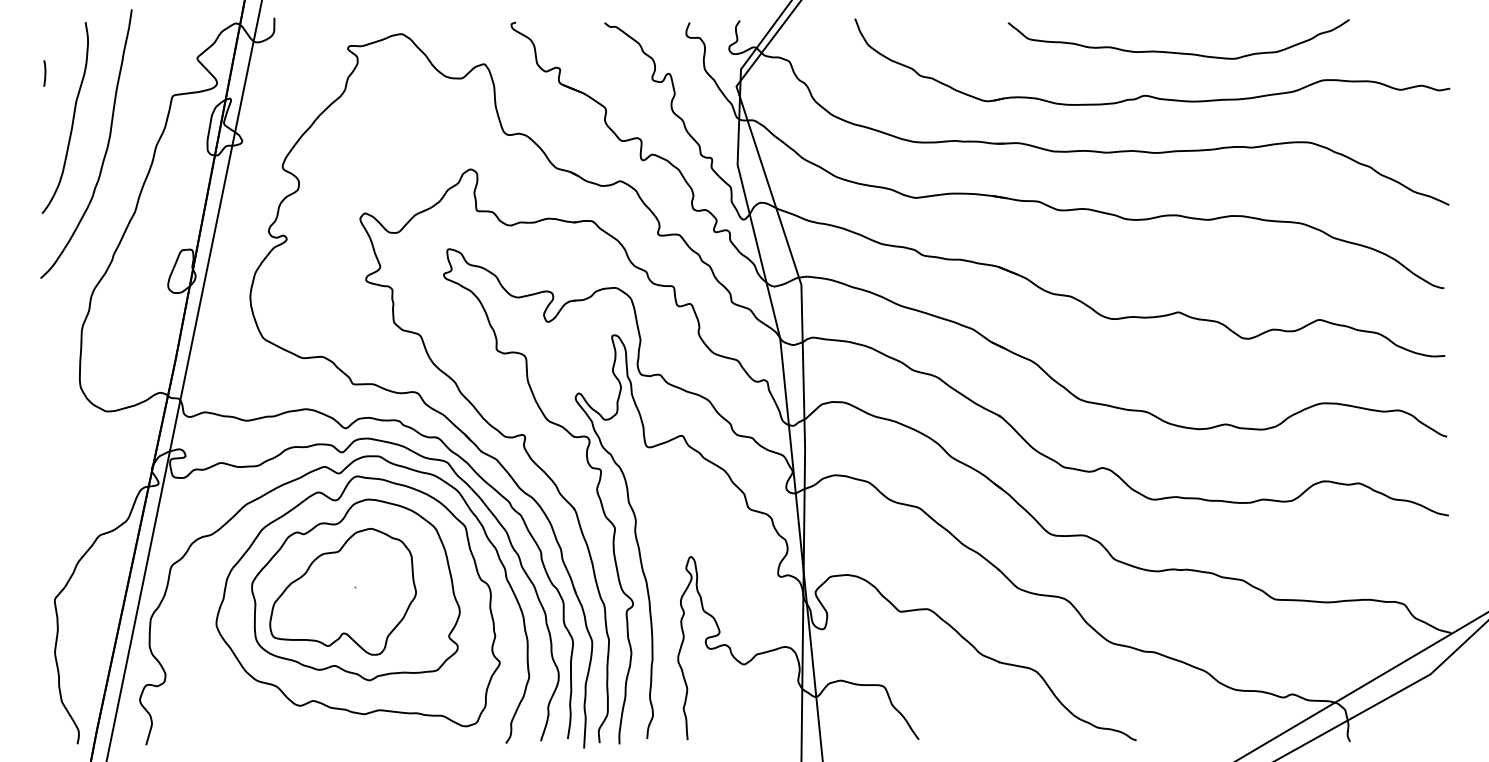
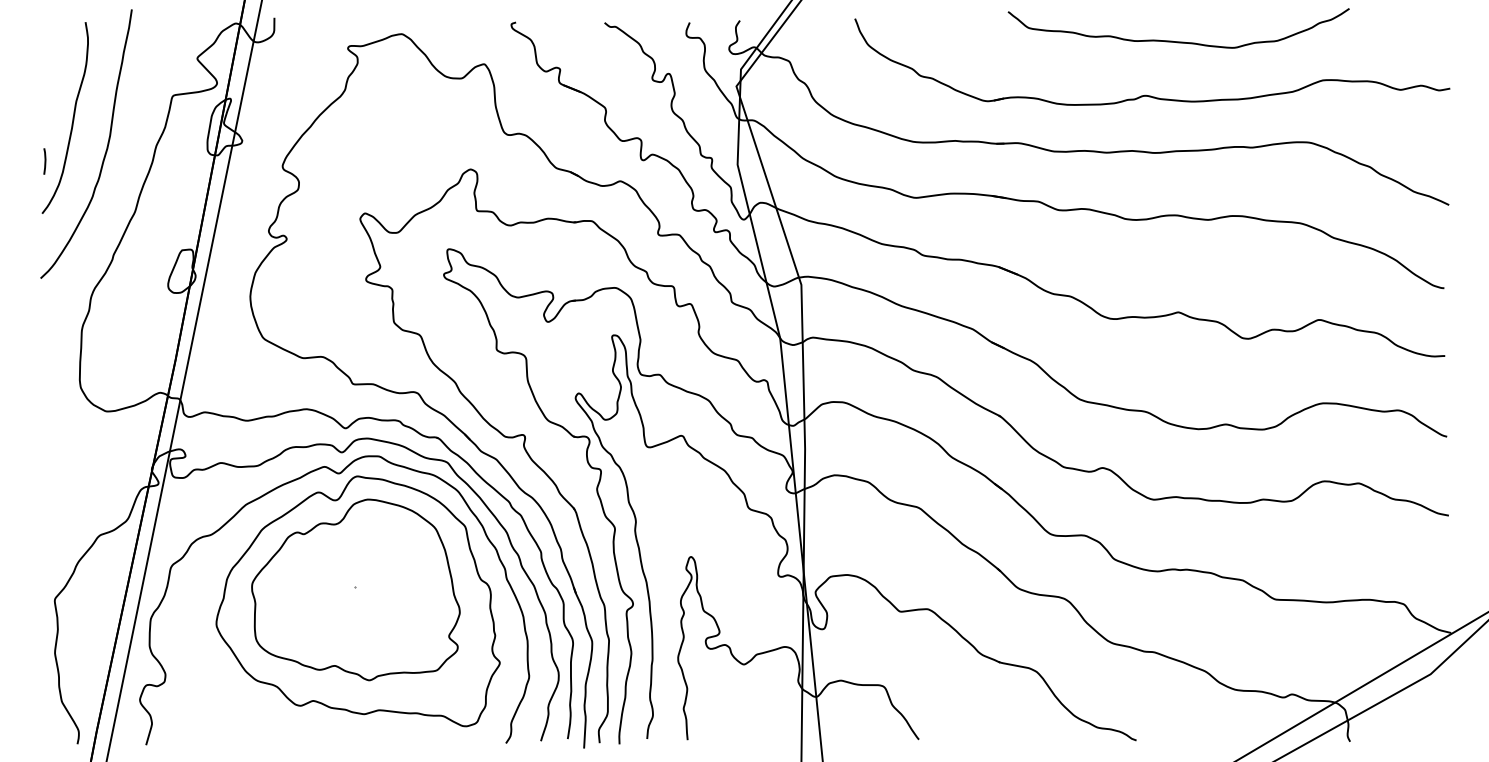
curve at (1178, 52) position: (1178, 52) -> (1178, 41)
line at (44, 73) position: (44, 73) -> (44, 161)
part at (342, 591): present -> none
